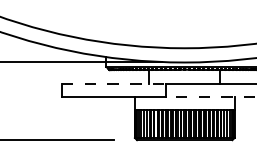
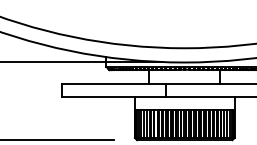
line at (113, 83): dashed -> solid
line at (210, 97): dashed -> solid
